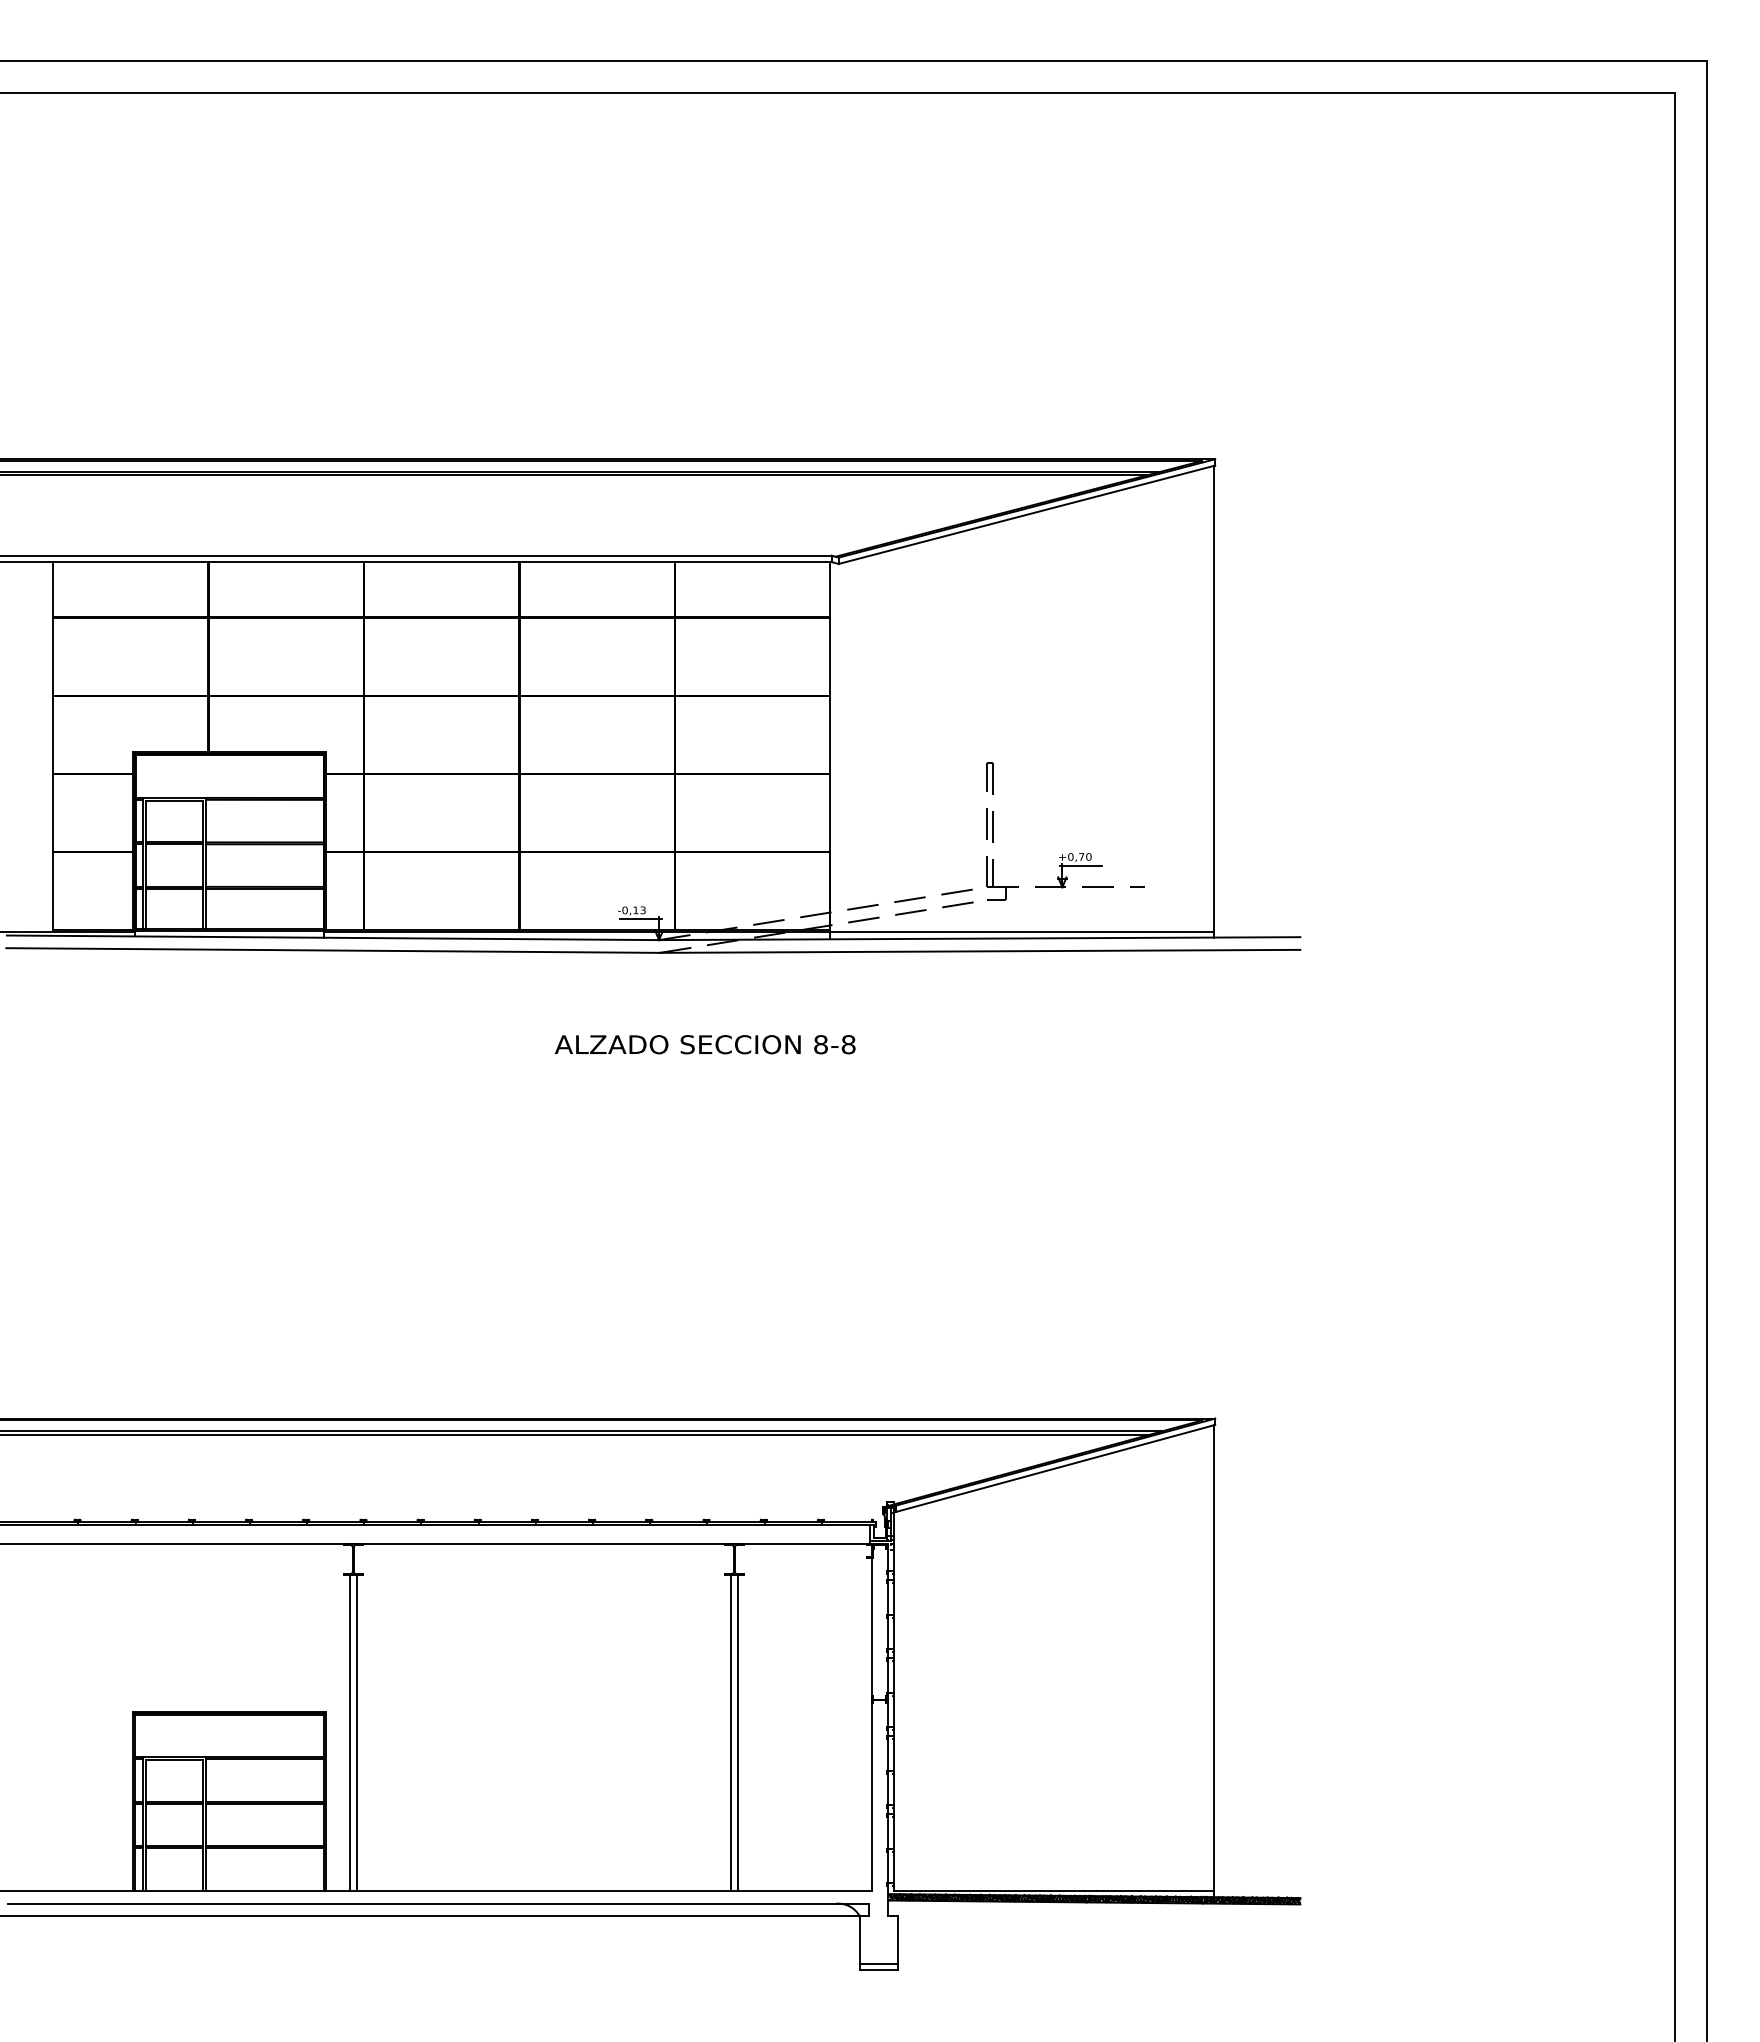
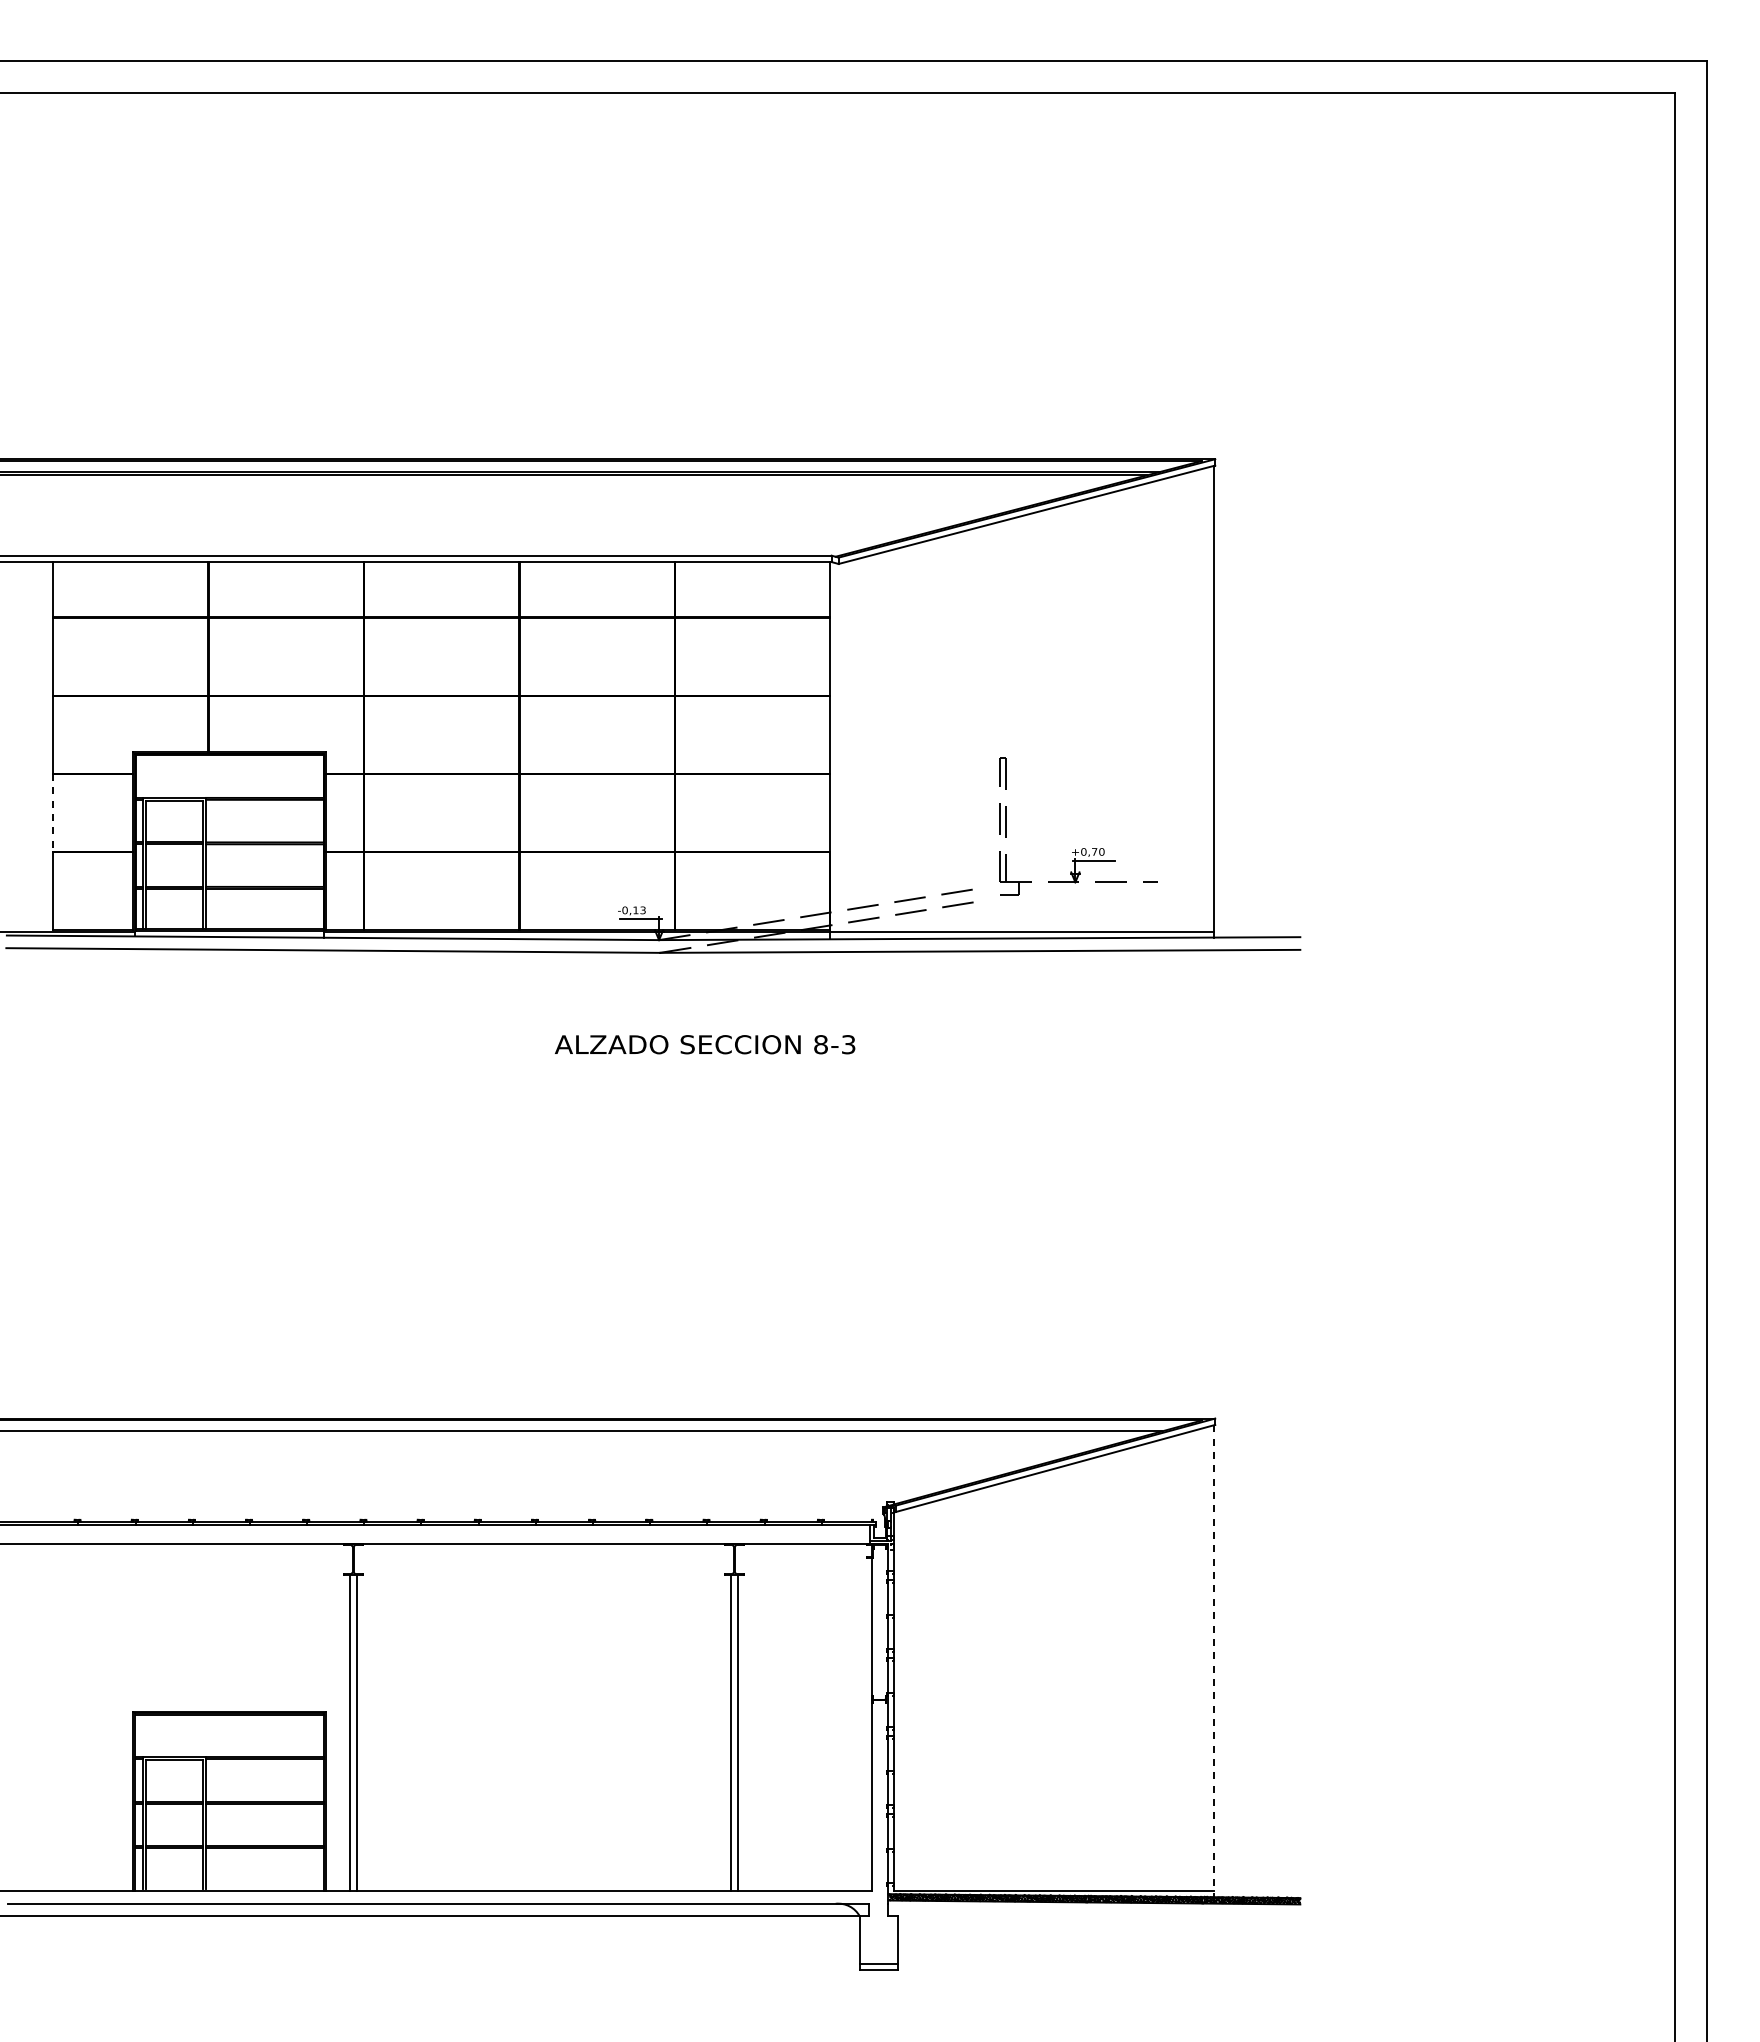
line at (53, 812): solid -> dashed
part at (1069, 853) position: (1069, 853) -> (1082, 848)
text at (848, 1044): 8-8 -> 8-3
line at (576, 1434): present -> none
line at (1213, 1661): solid -> dashed
